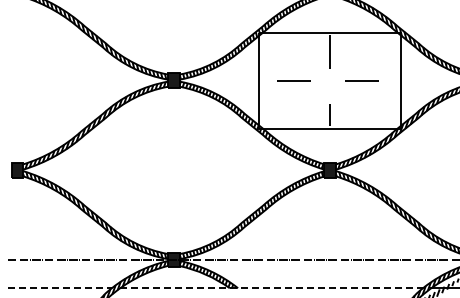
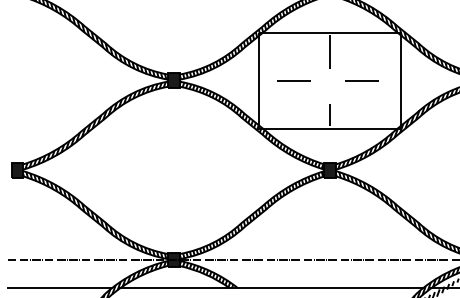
line at (60, 288): dashed -> solid
line at (271, 288): dashed -> solid
